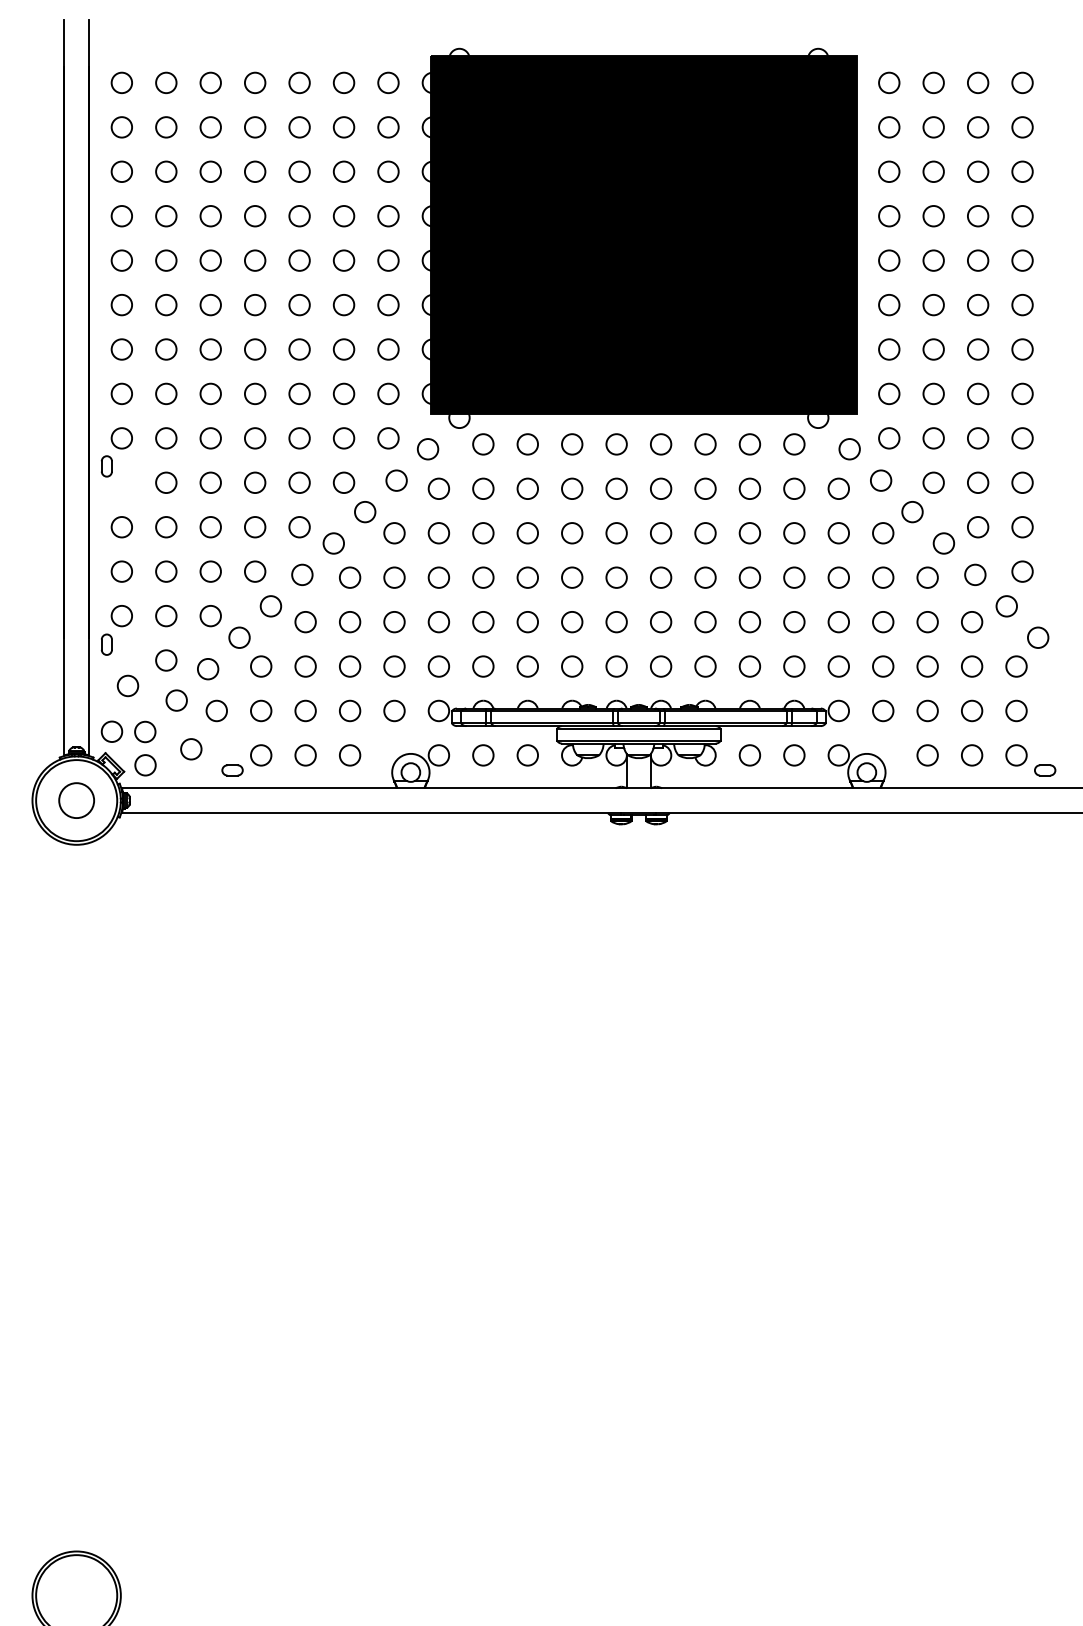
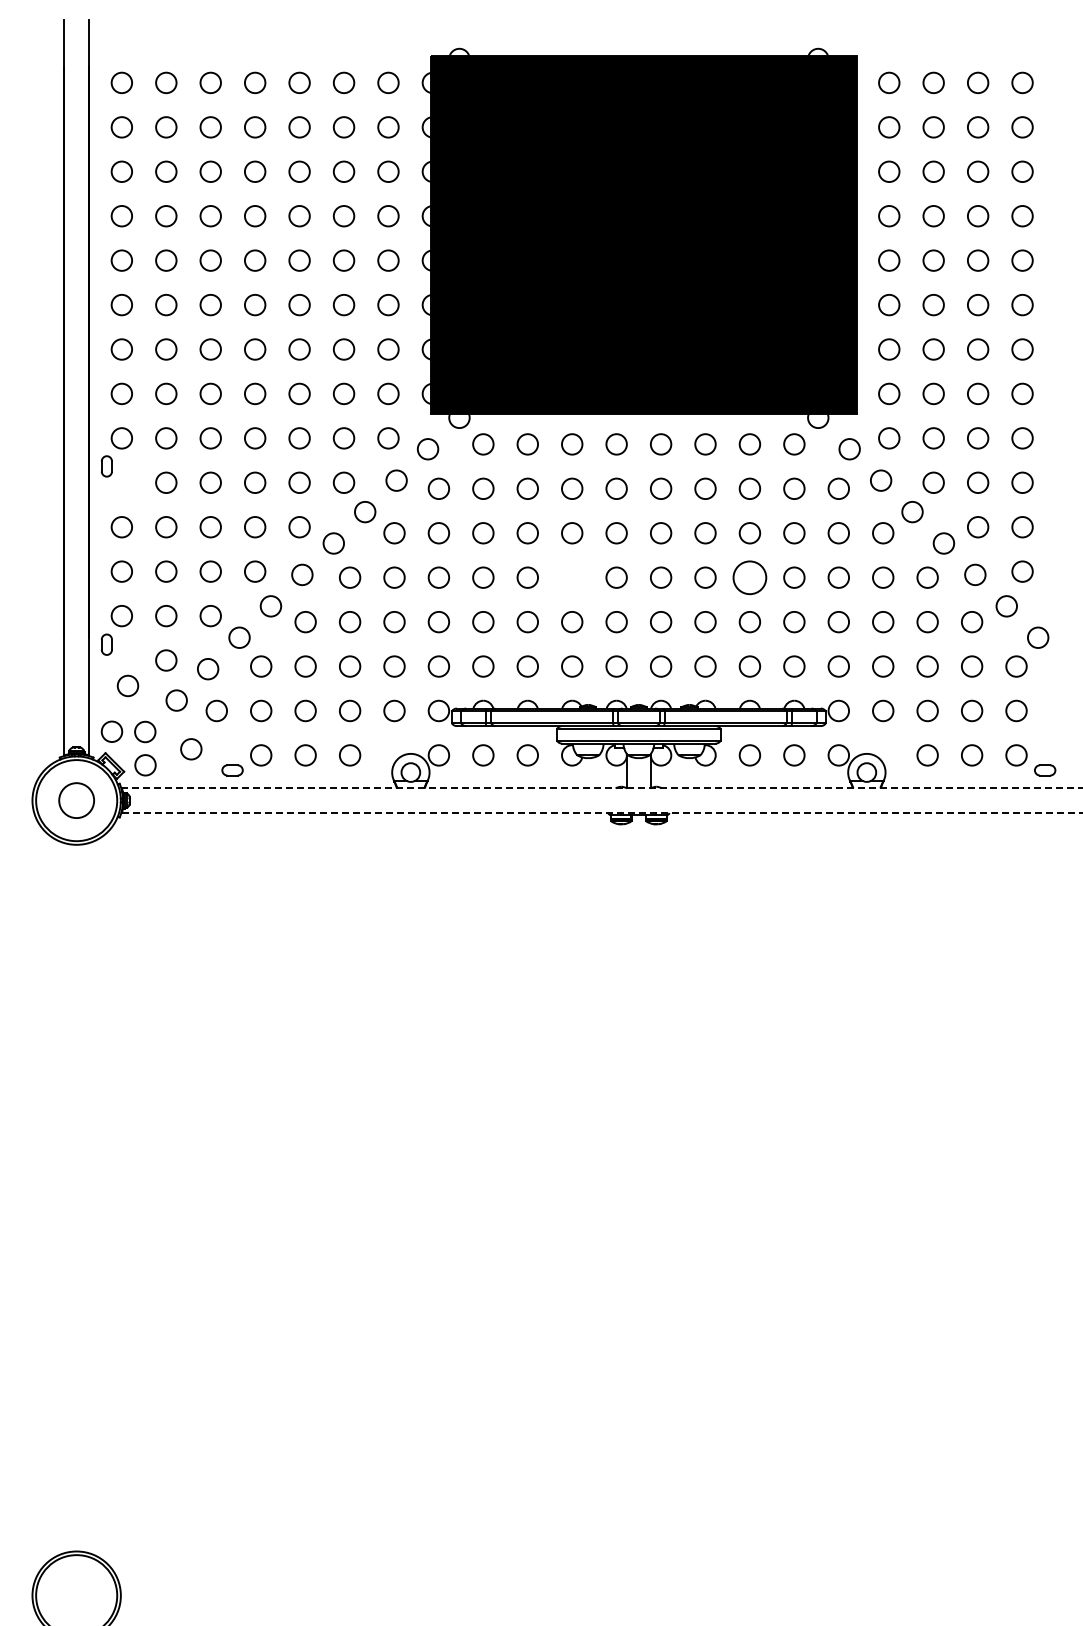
circle at (572, 577): present -> none
circle at (749, 577) size: 24x23 px -> 36x36 px
line at (601, 788): solid -> dashed
line at (602, 812): solid -> dashed
